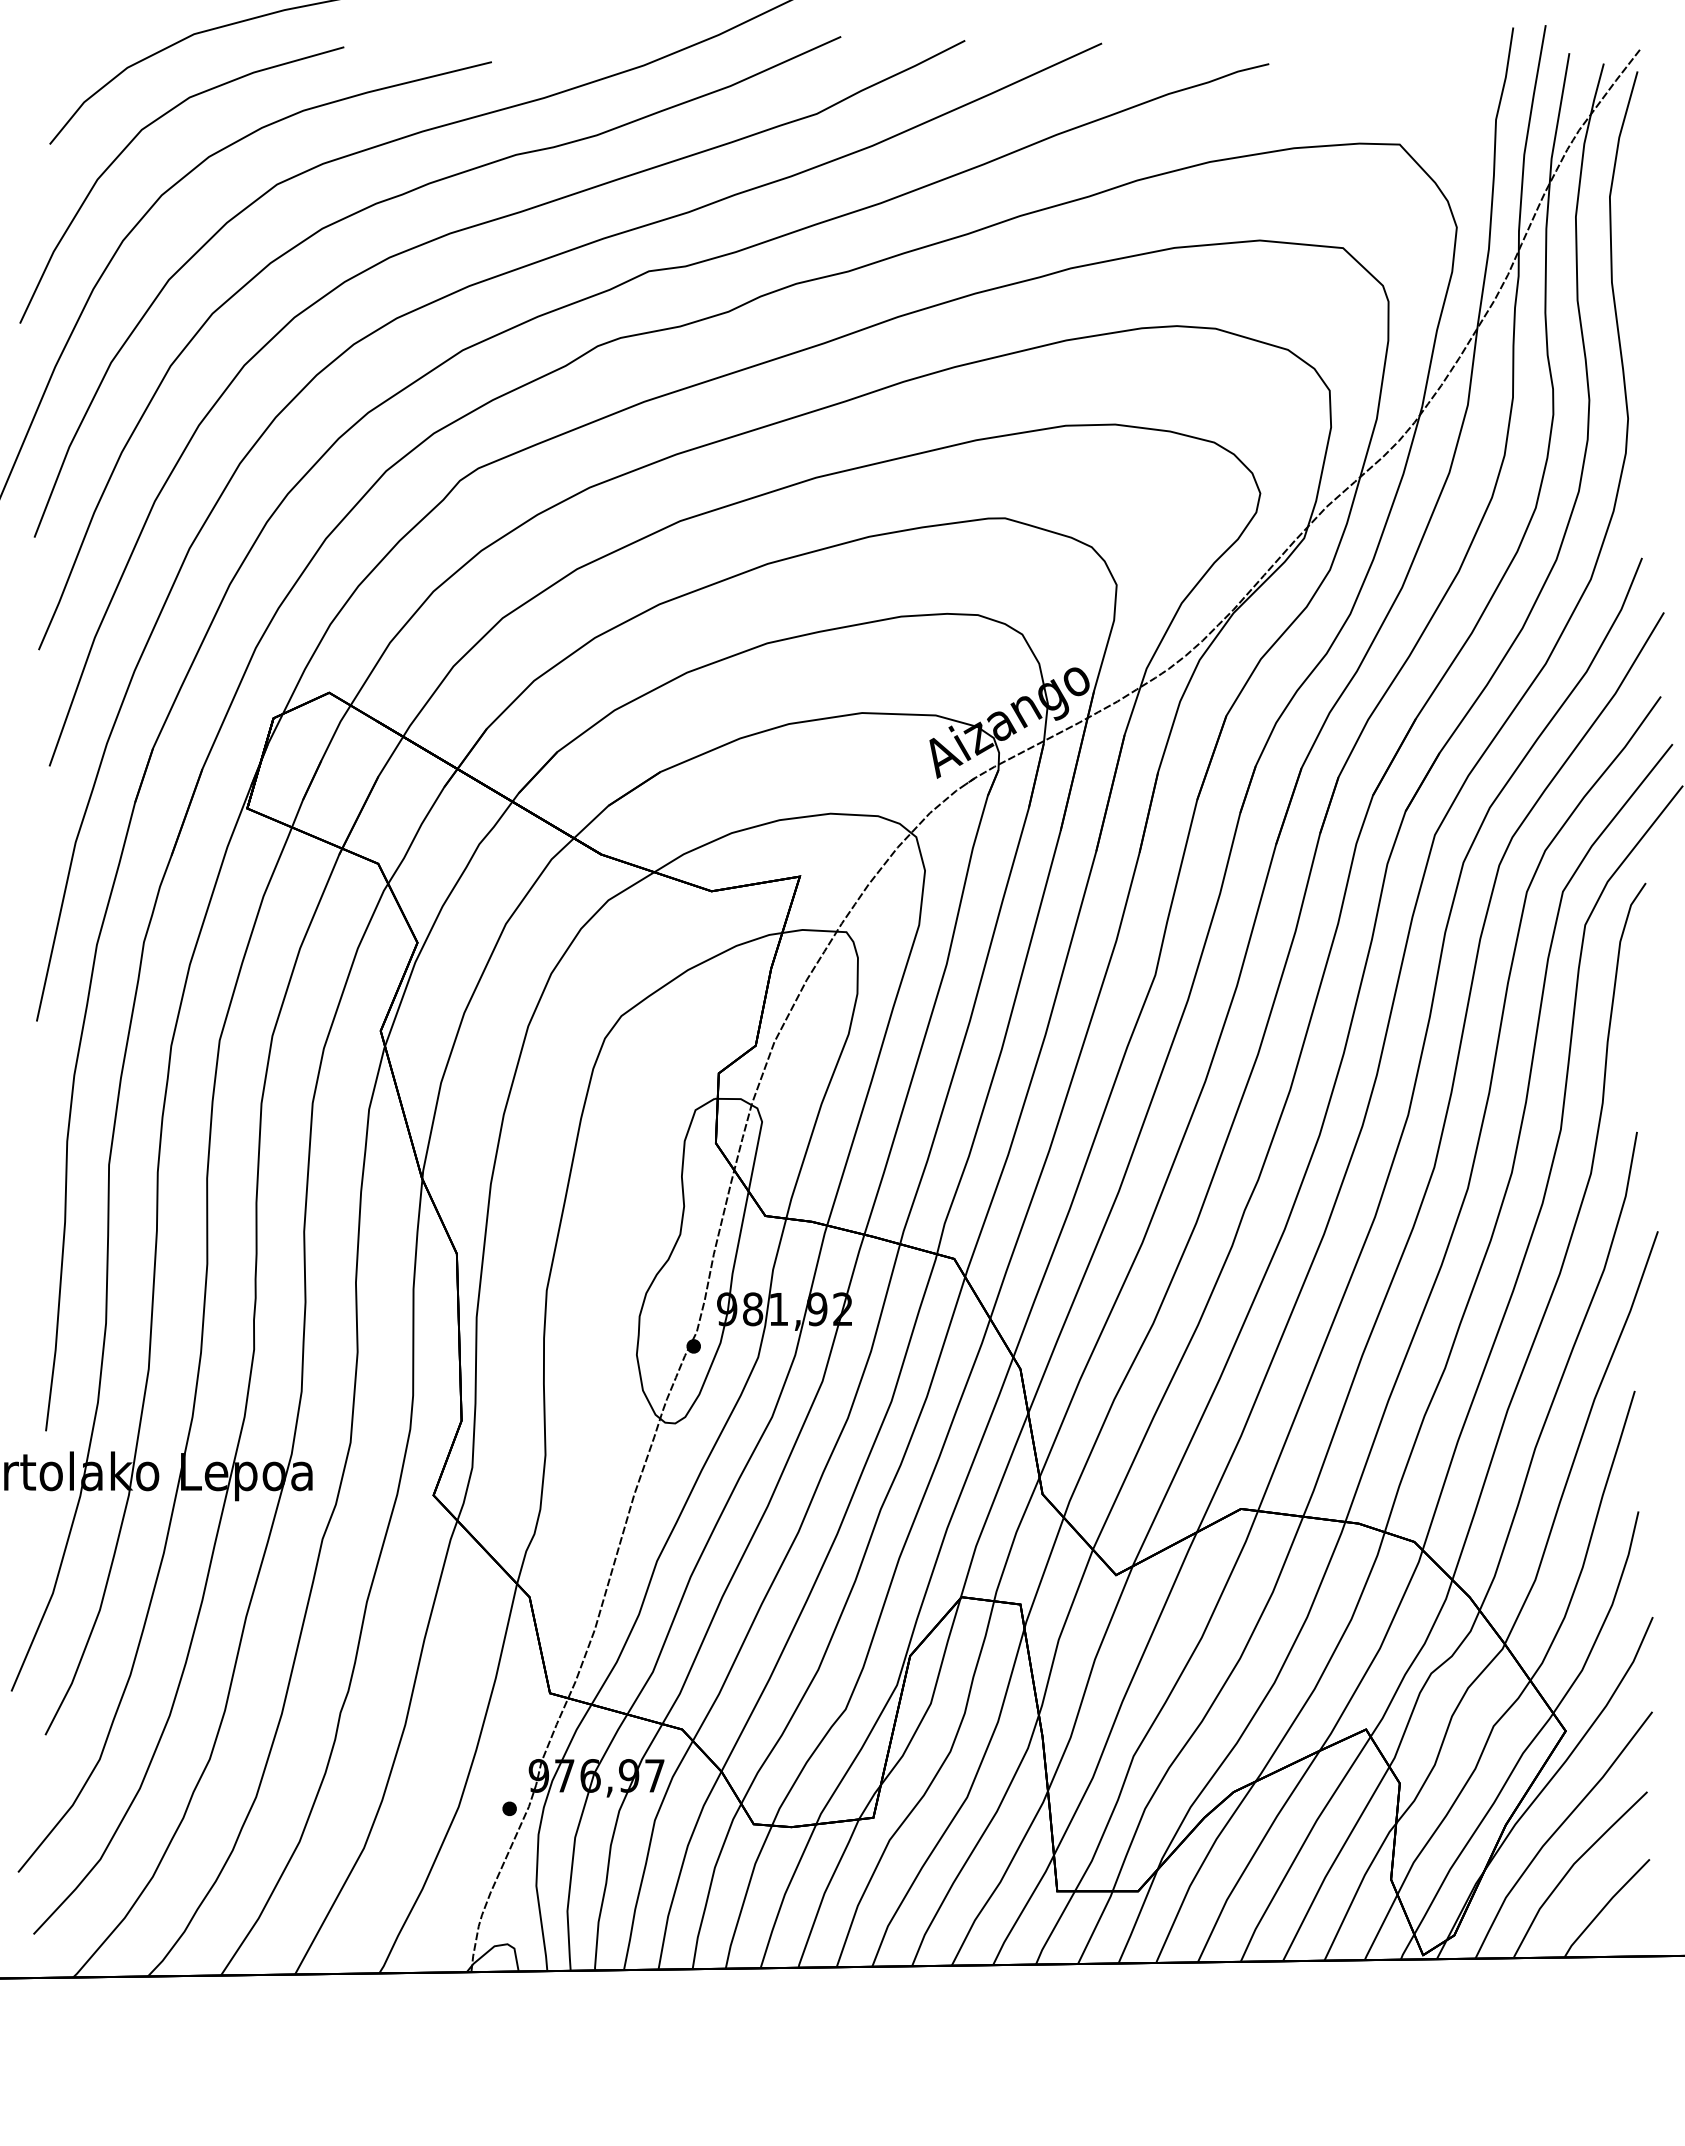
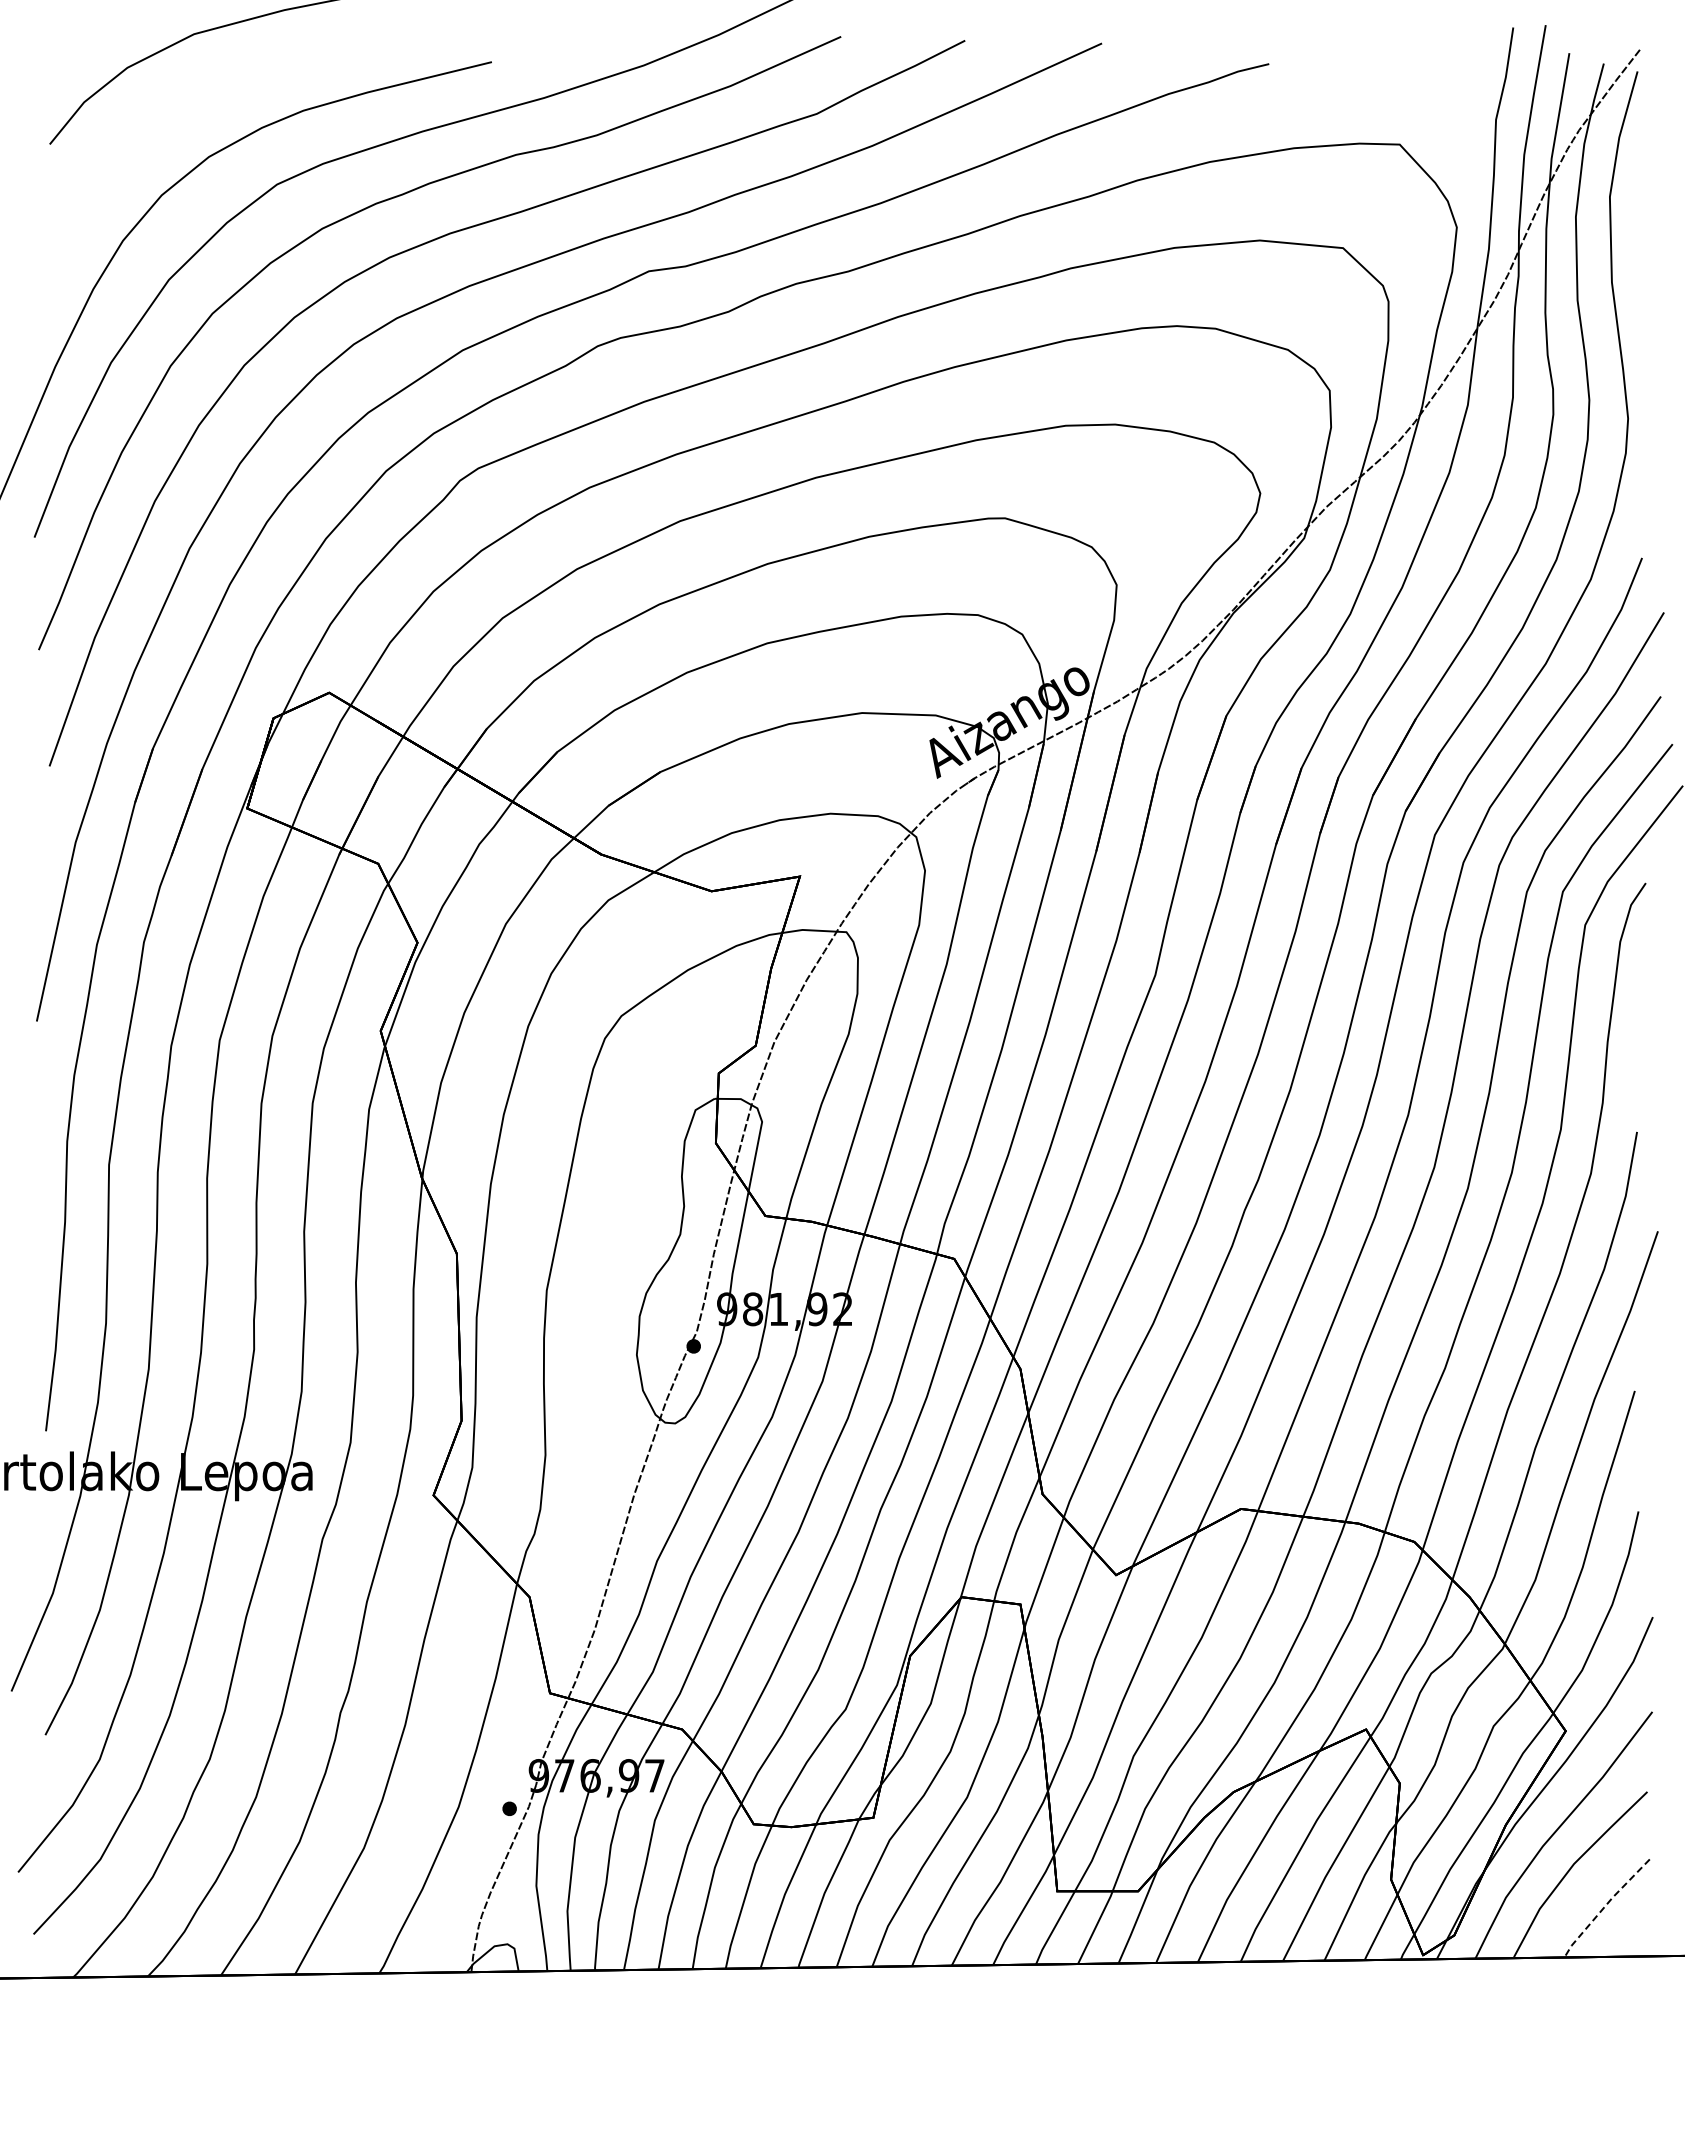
curve at (130, 144): present -> none
line at (1605, 1906): solid -> dashed
